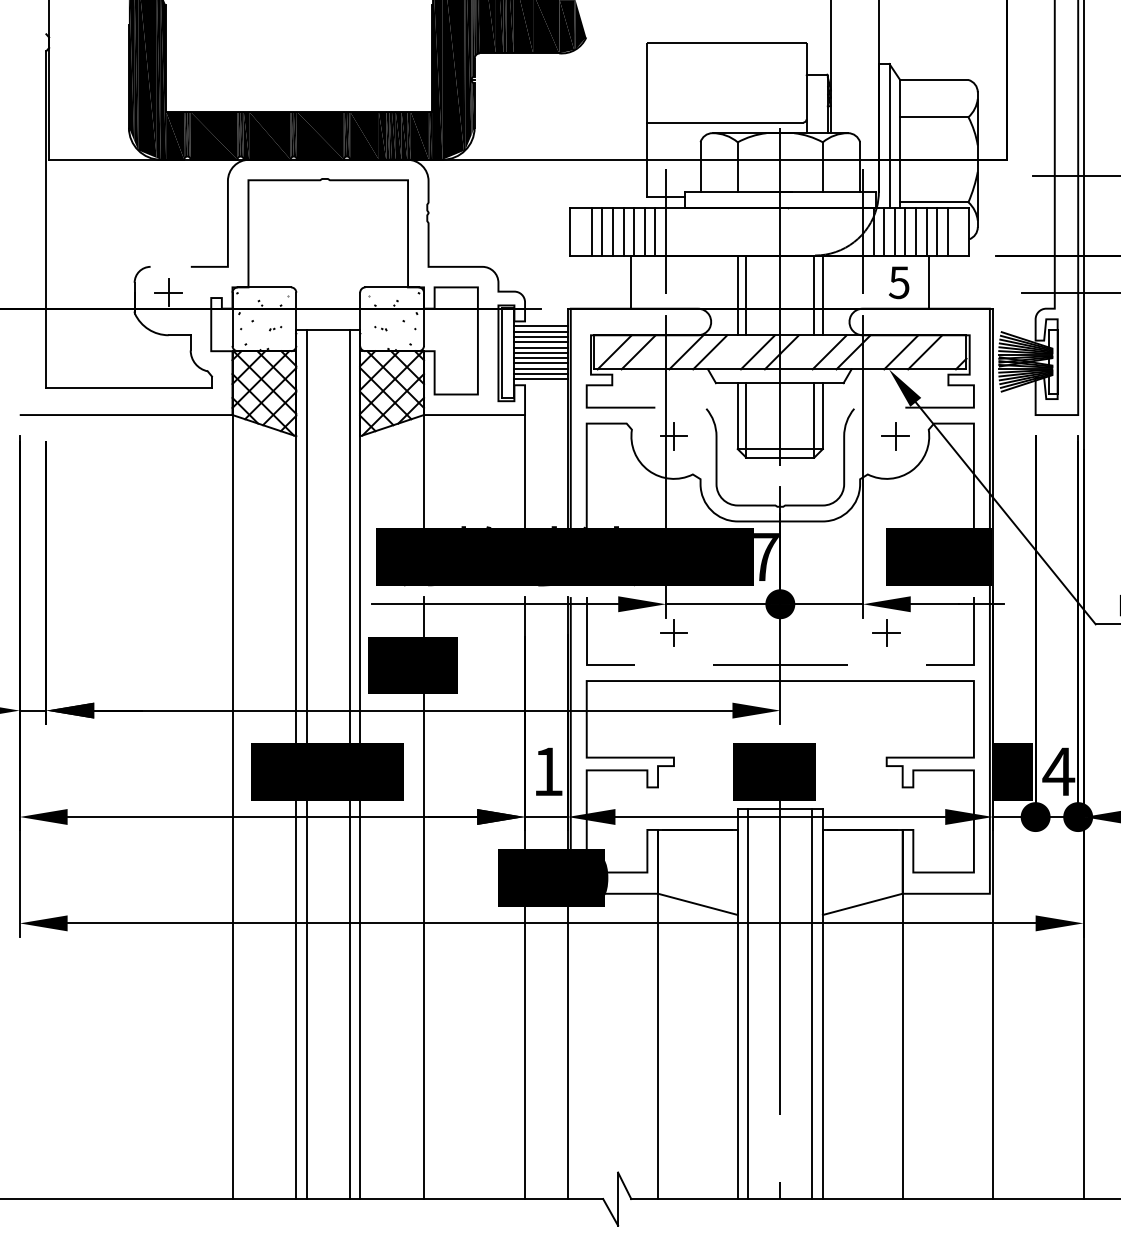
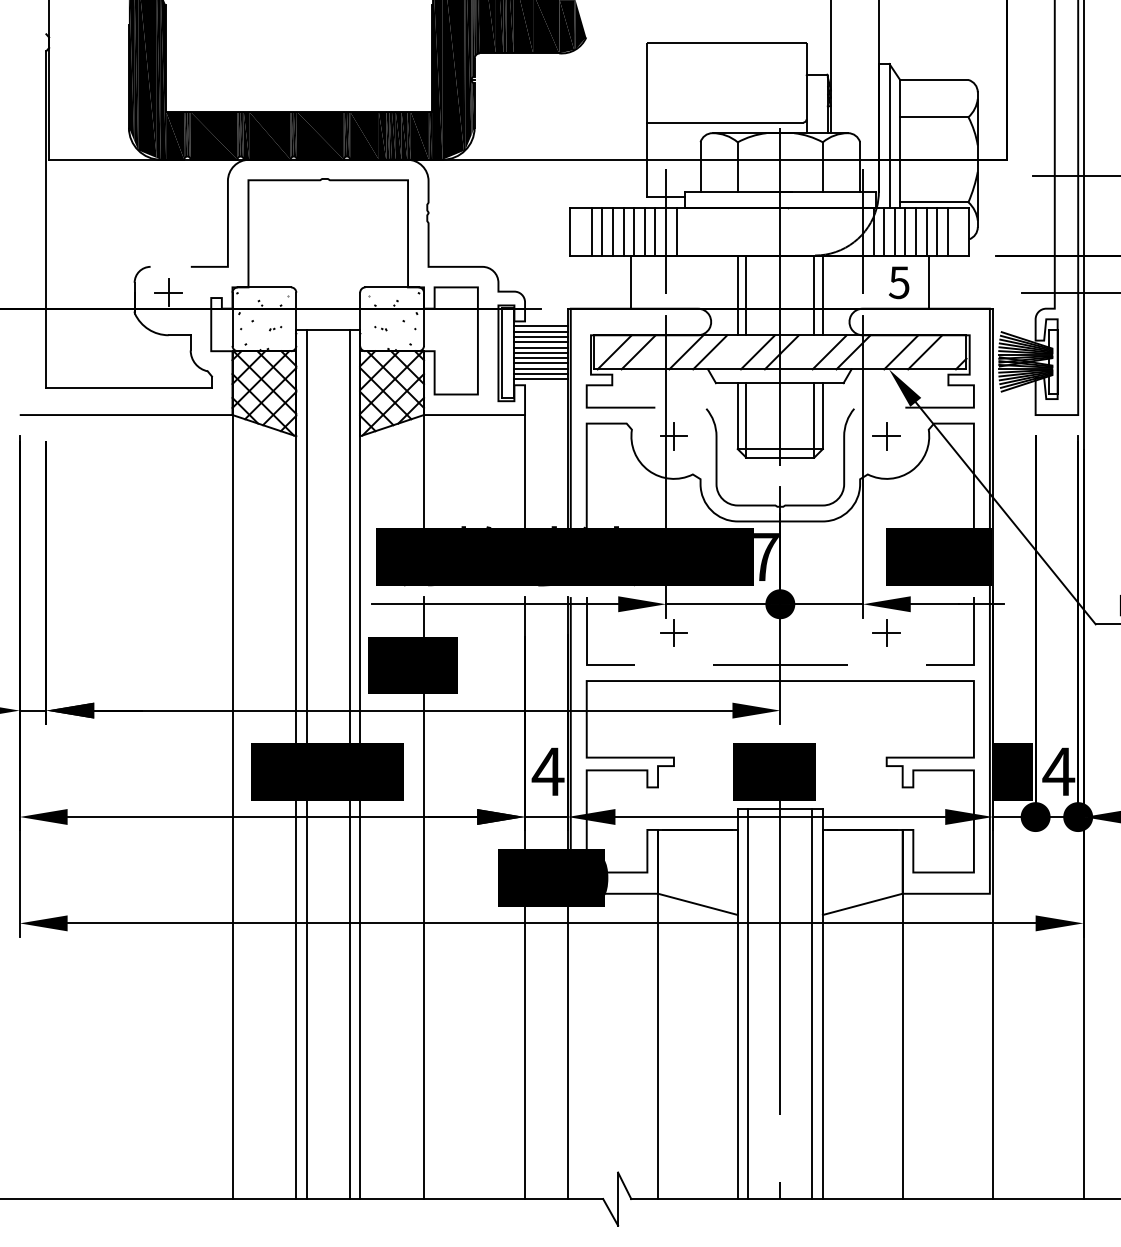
line at (676, 231): none -> present
part at (895, 436) position: (895, 436) -> (886, 436)
text at (547, 771): 1 -> 4
